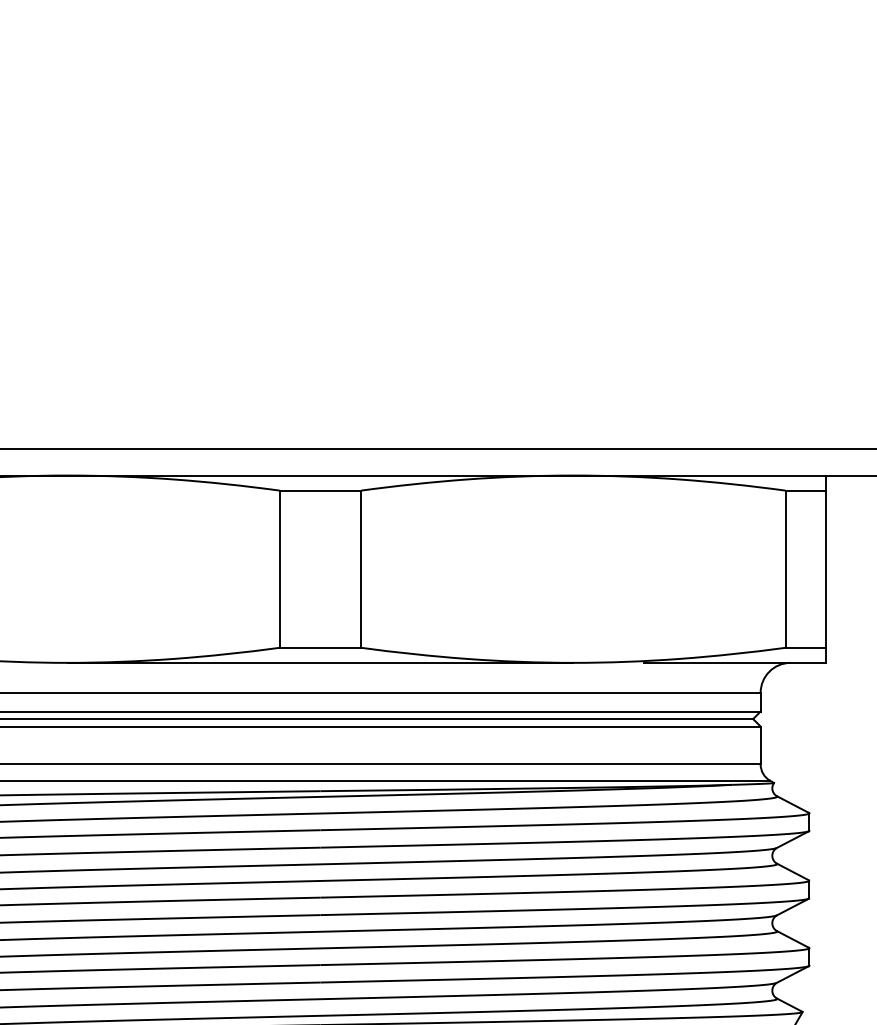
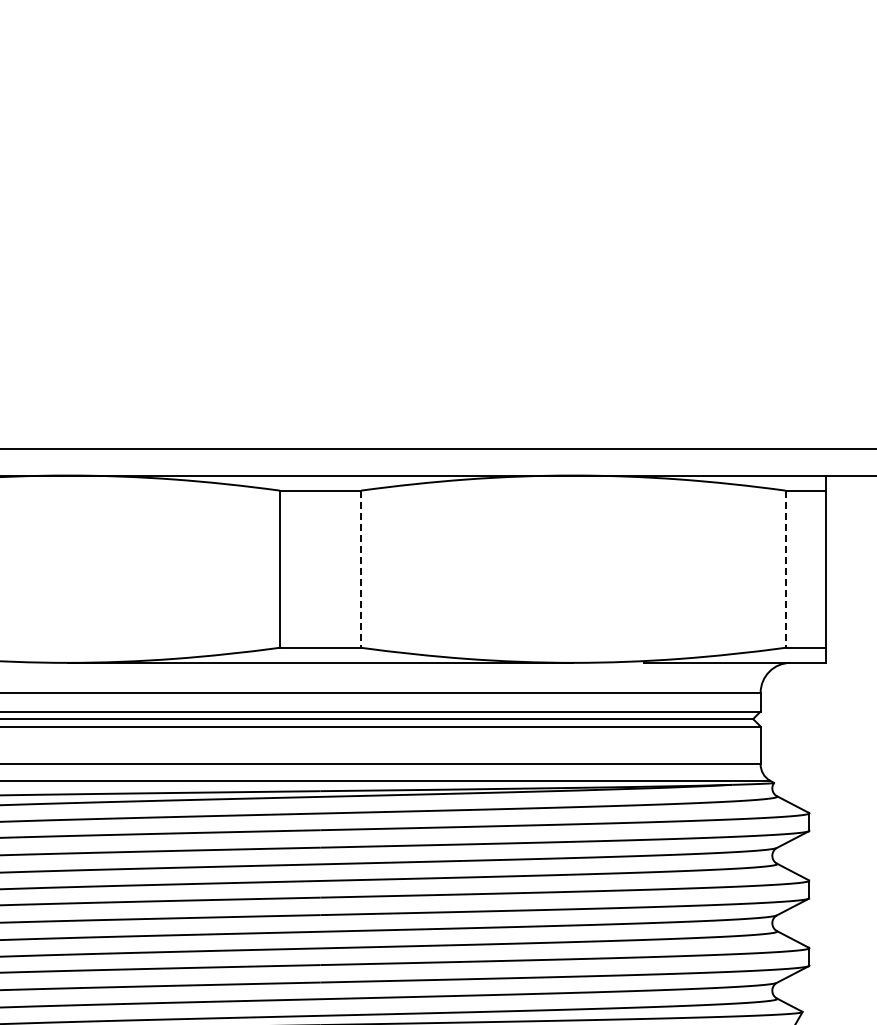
line at (361, 569): solid -> dashed
line at (785, 569): solid -> dashed
